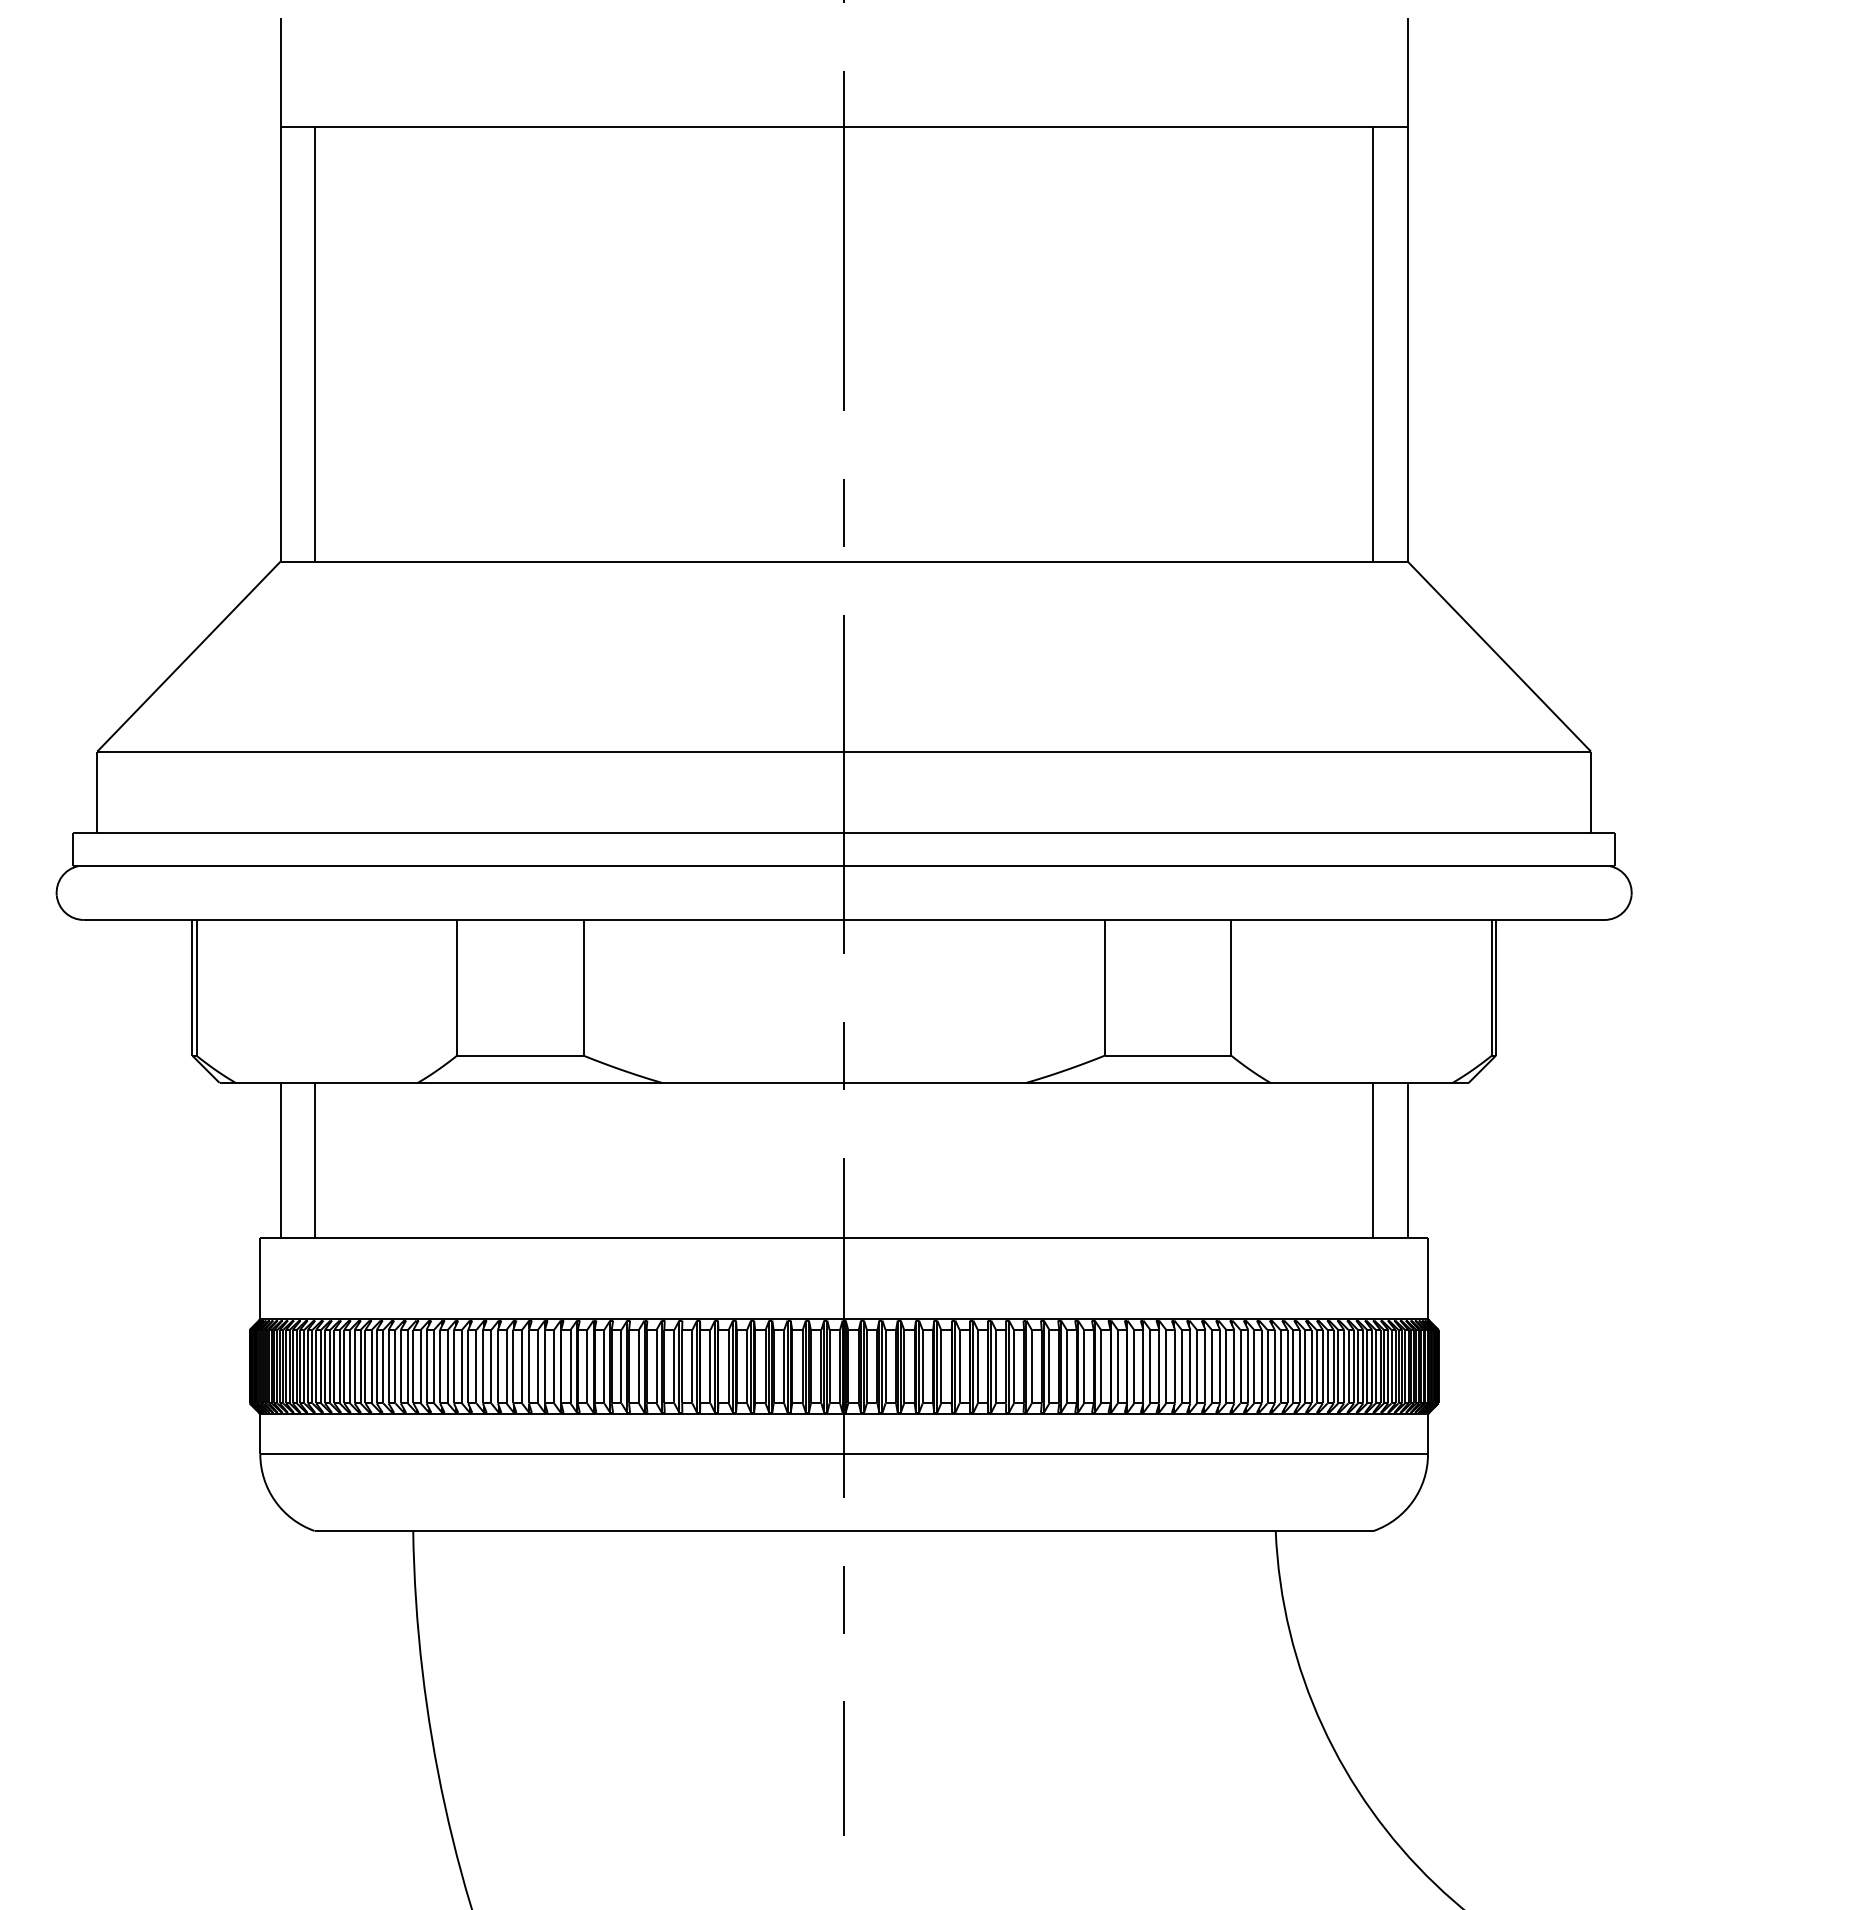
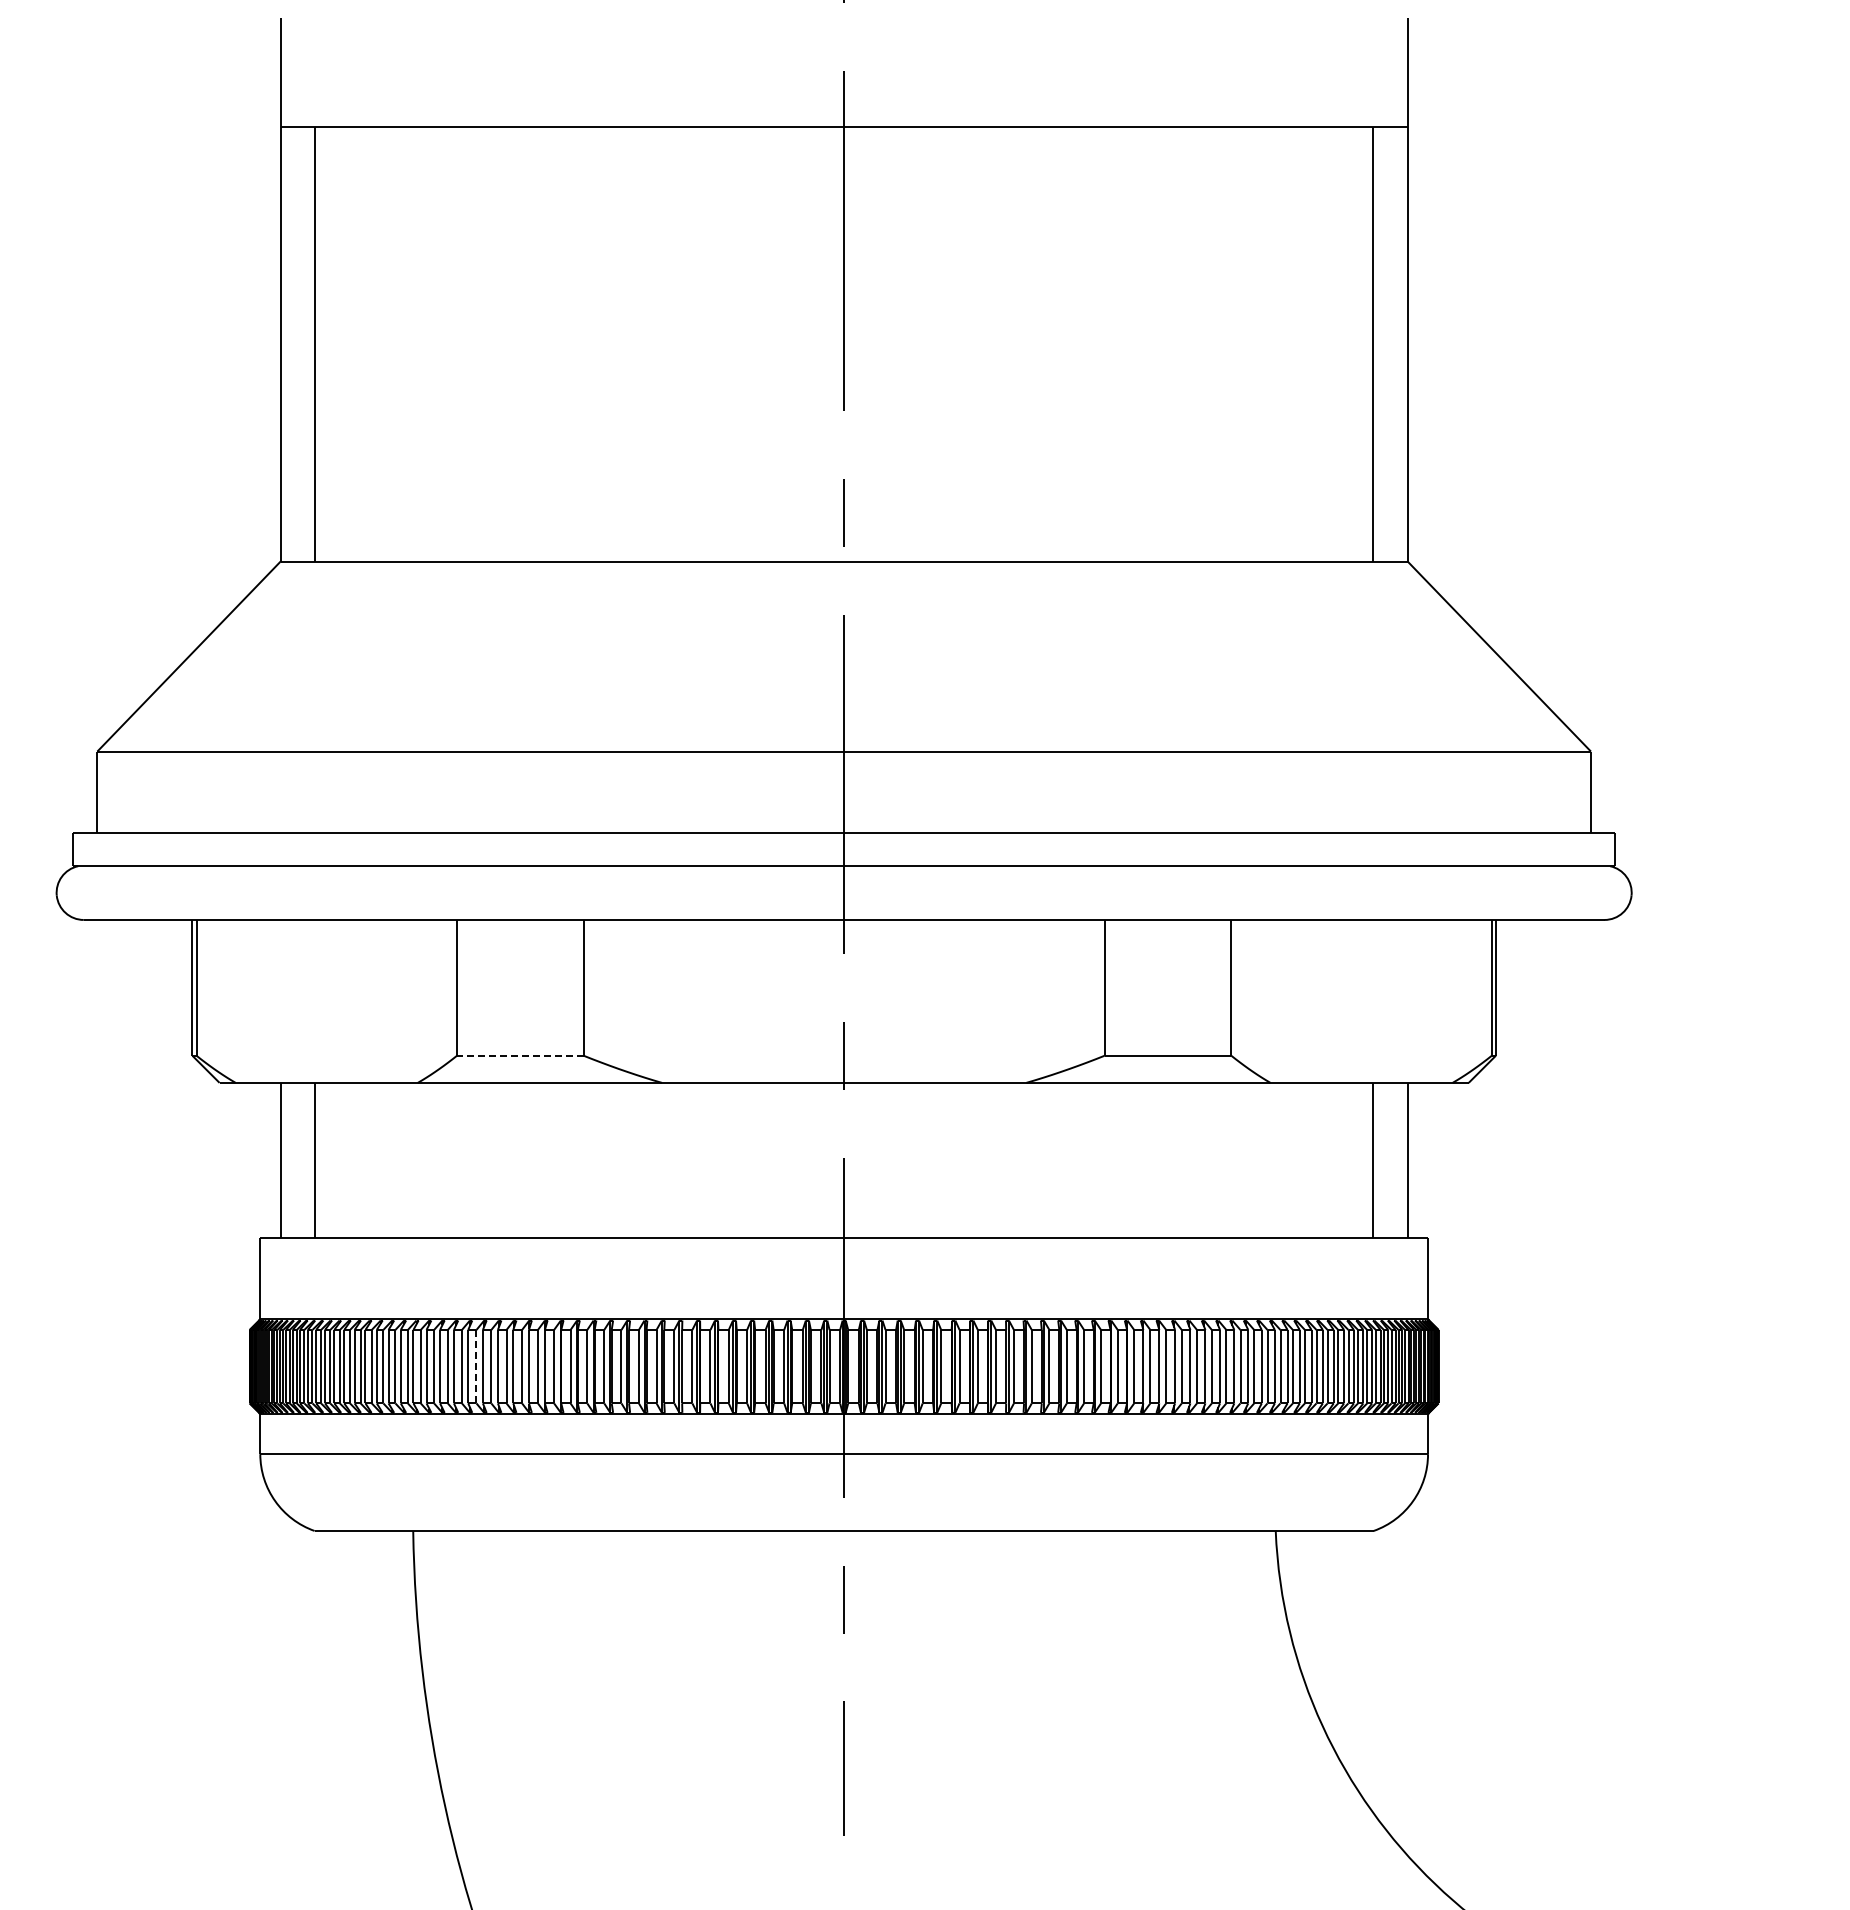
line at (519, 1055): solid -> dashed
line at (476, 1366): solid -> dashed
